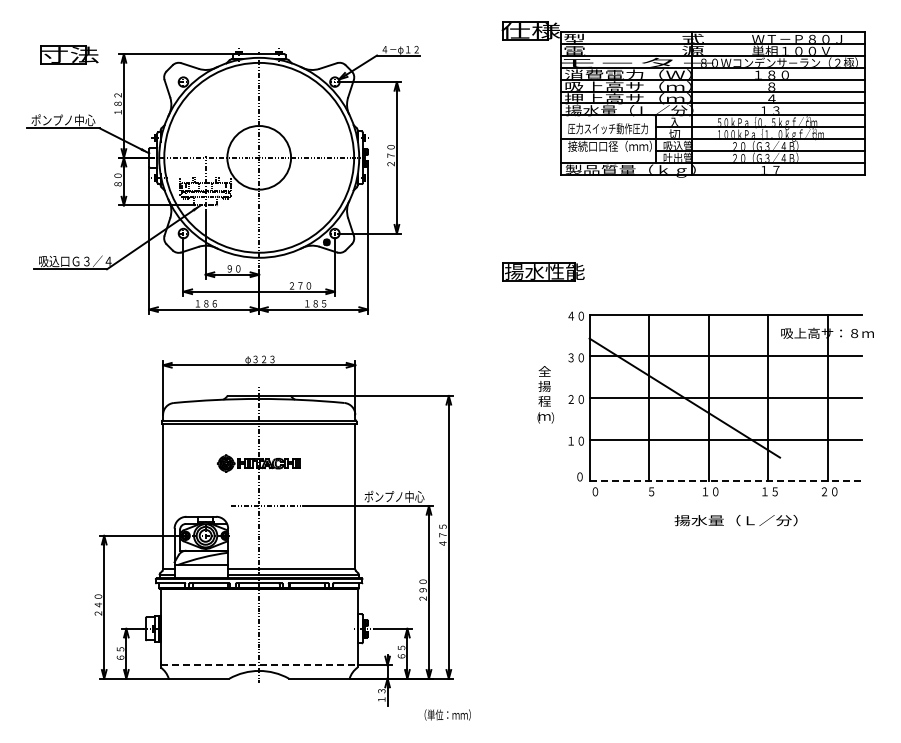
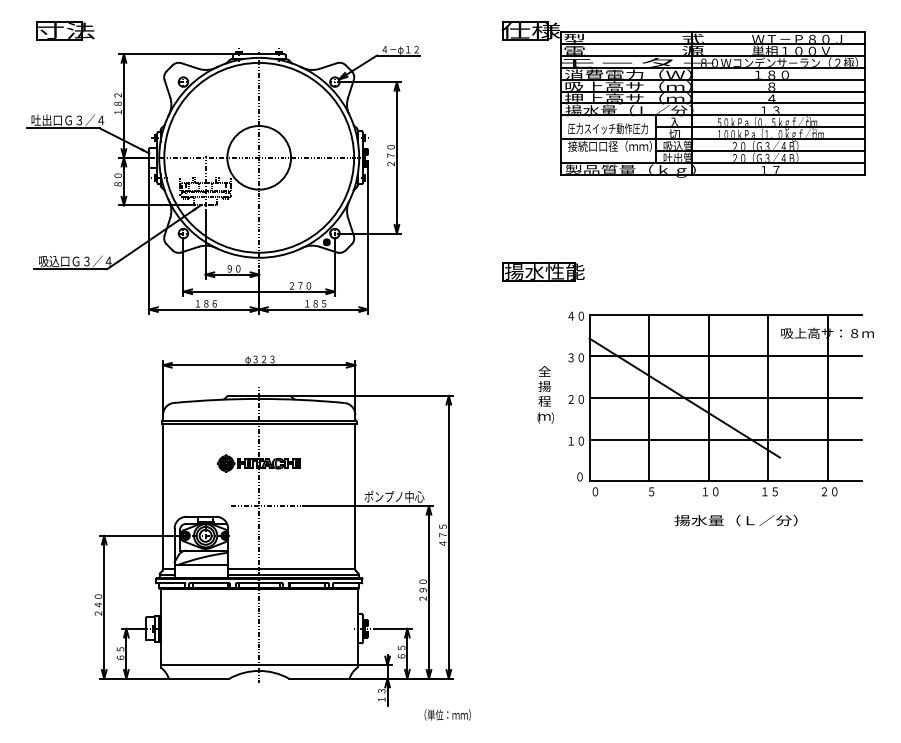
part at (69, 54) position: (69, 54) -> (65, 30)
text at (67, 120): ポンプノ中心 -> 吐出口Ｇ３／４
line at (726, 481): dashed -> solid
line at (259, 665): dashed -> solid
